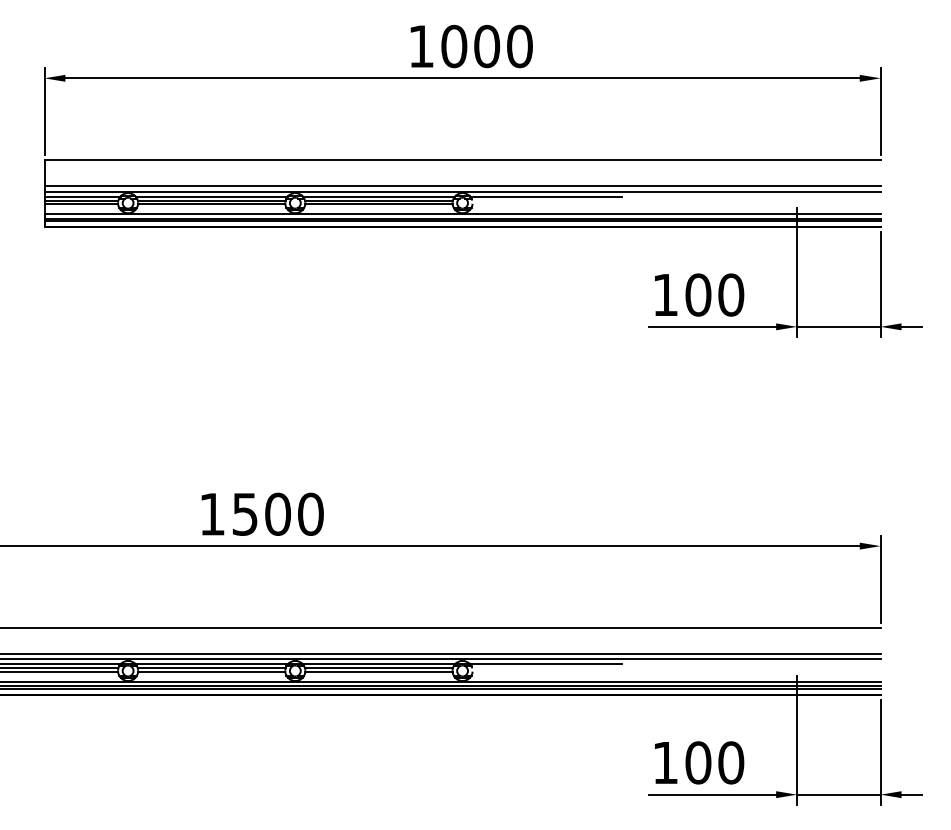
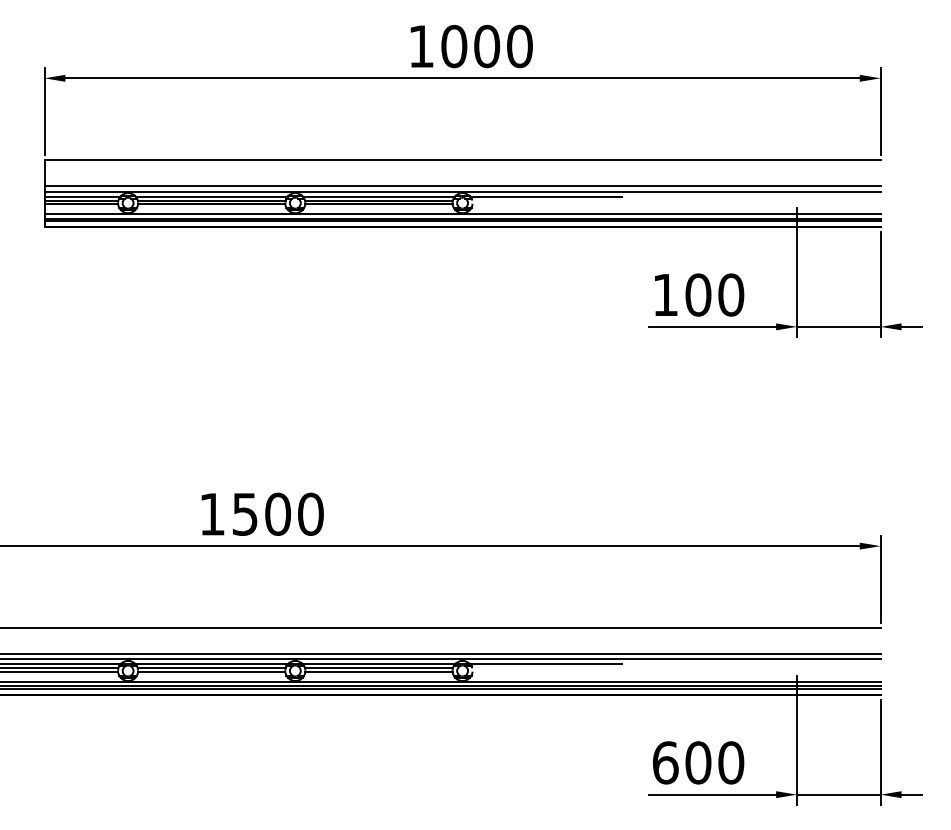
text at (665, 762): 100 -> 600
